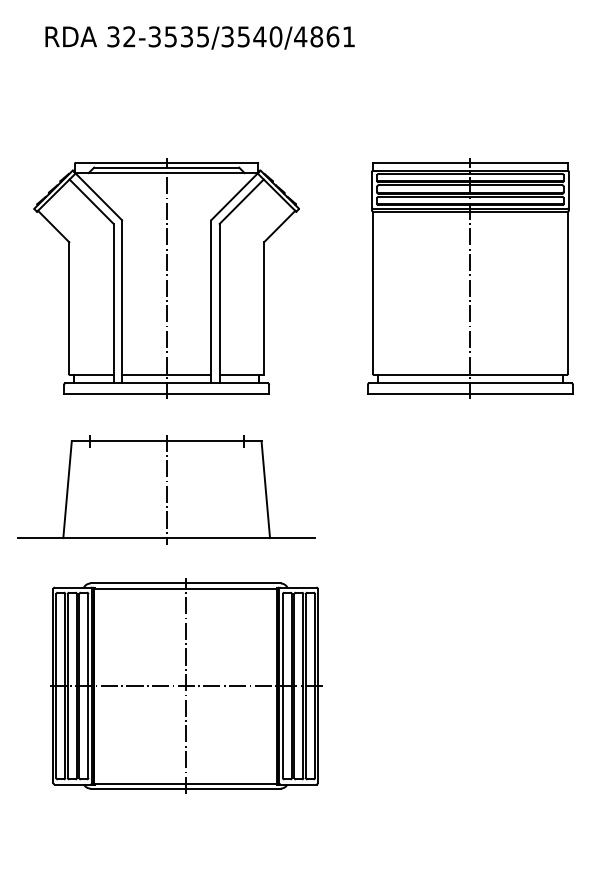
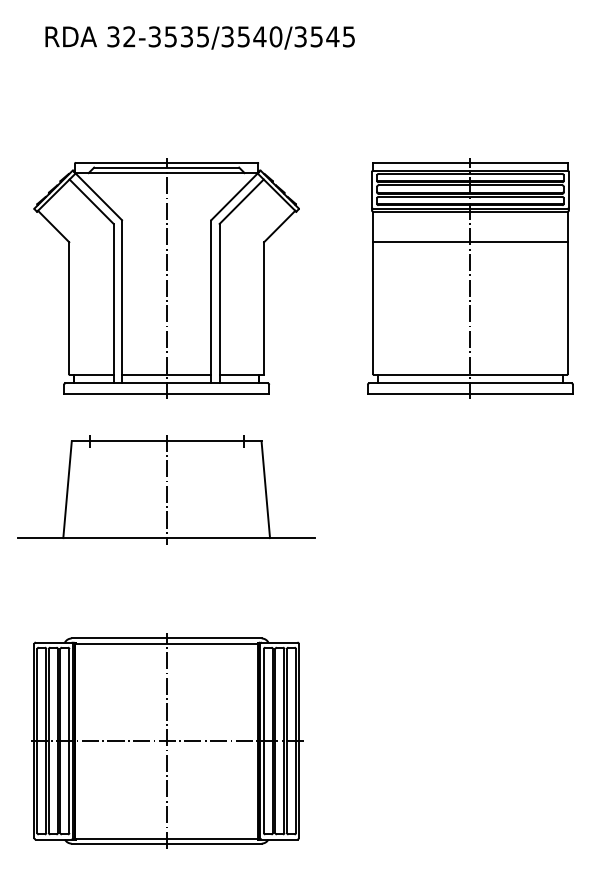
text at (324, 36): 32-3535/3540/4861 -> 32-3535/3540/3545
line at (470, 242): none -> present
part at (186, 685) position: (186, 685) -> (167, 740)
